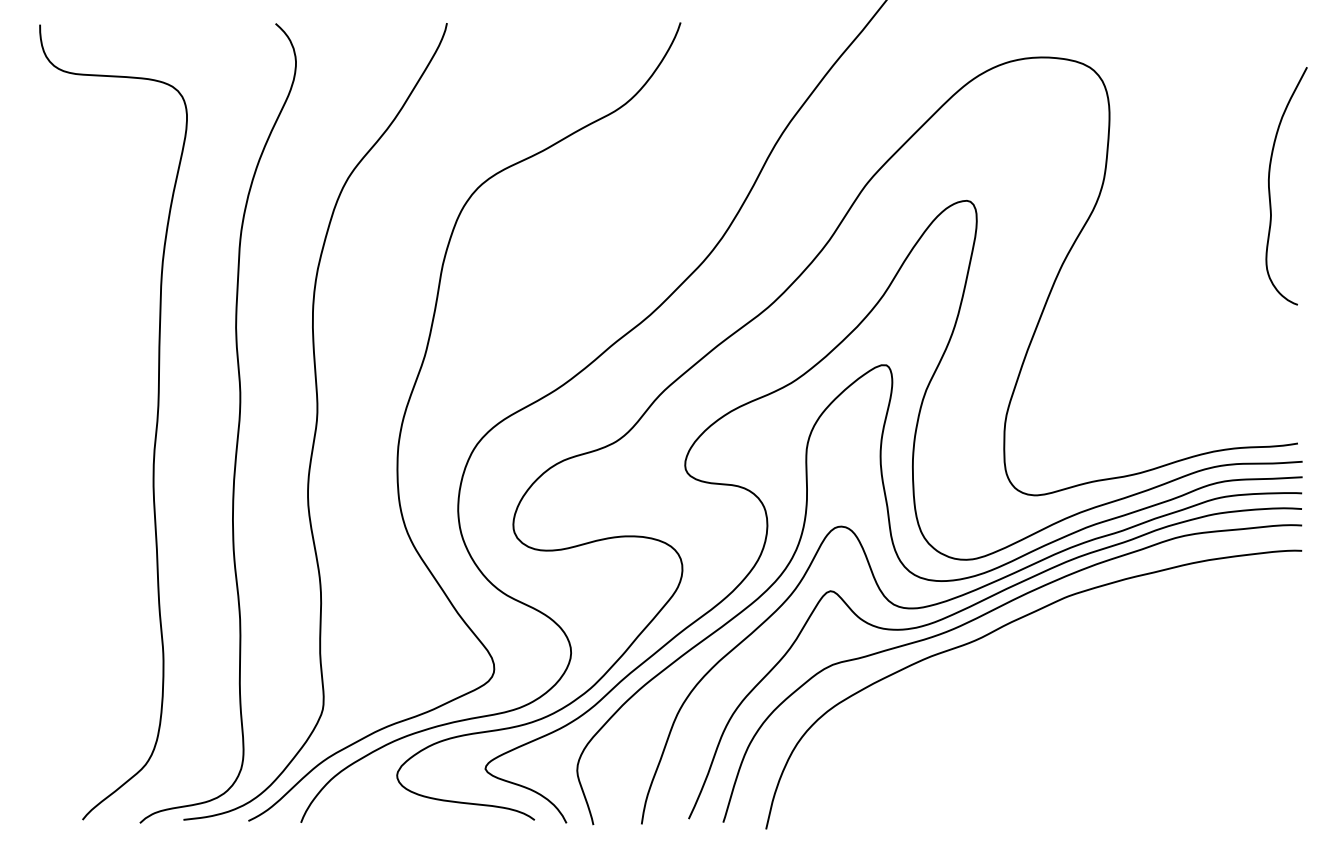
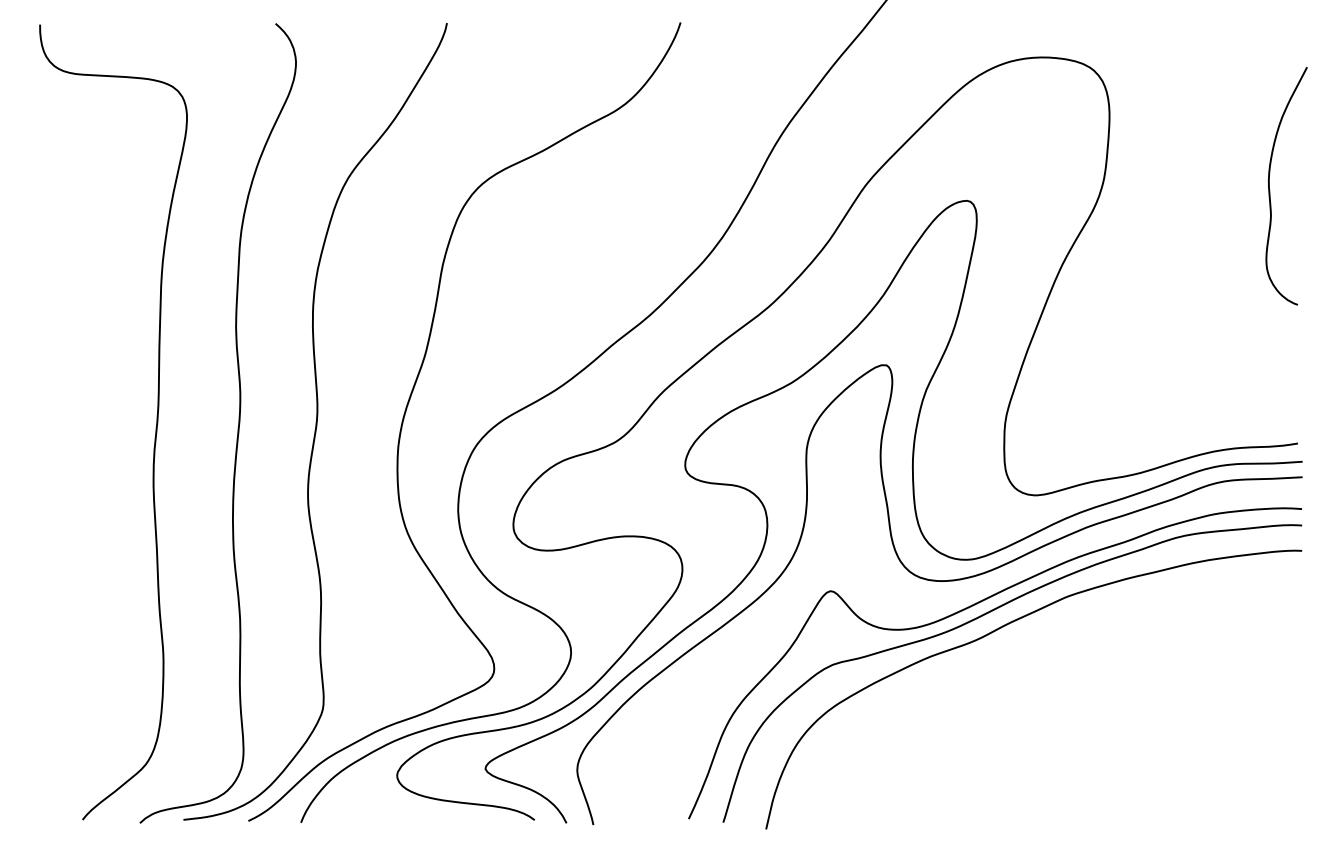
curve at (951, 600): present -> none
